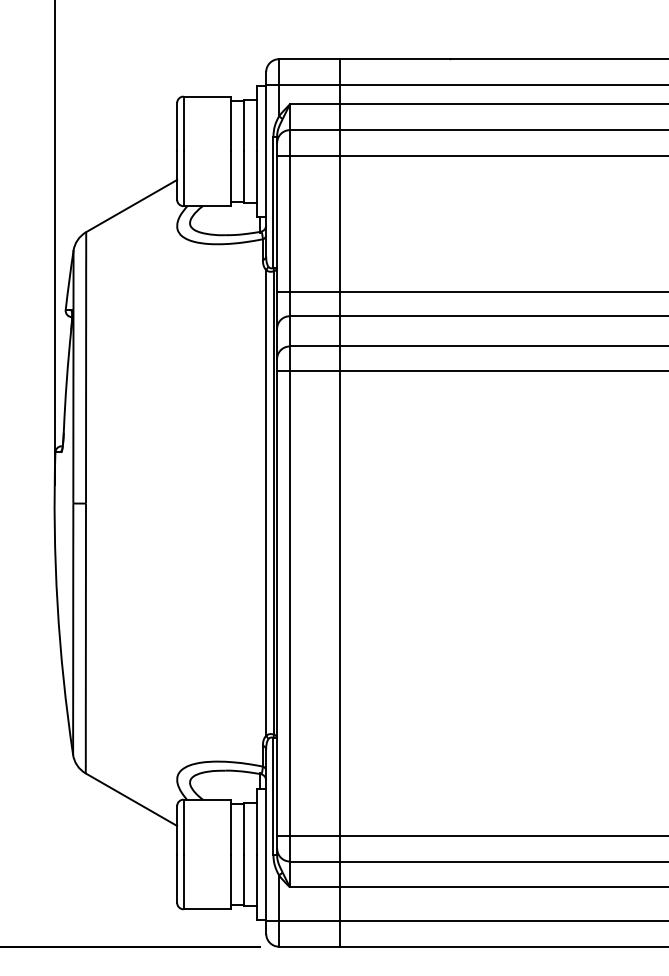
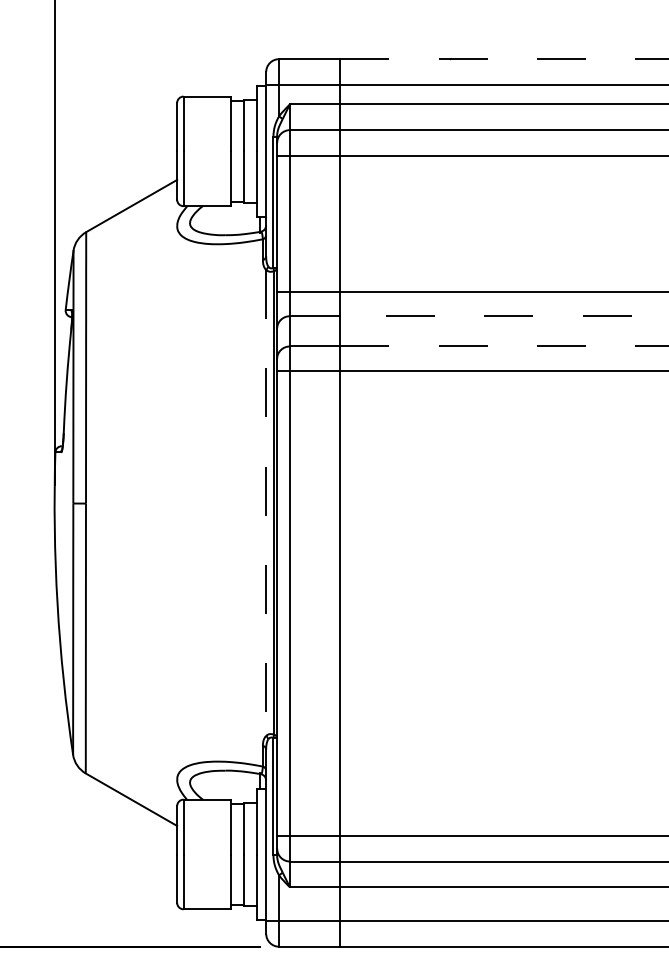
line at (504, 59): solid -> dashed
line at (504, 316): solid -> dashed
line at (504, 346): solid -> dashed
line at (266, 502): solid -> dashed
